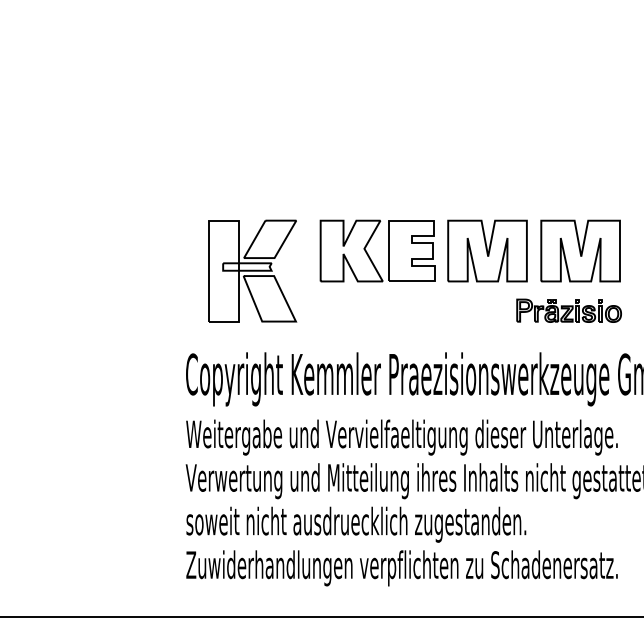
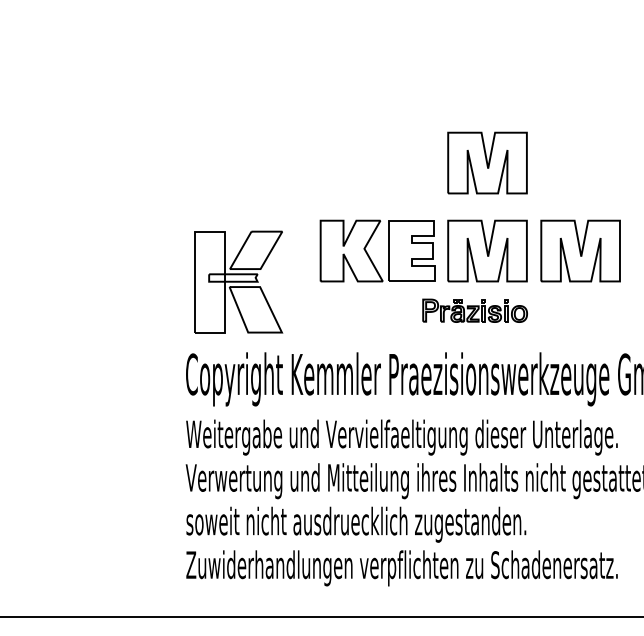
part at (487, 162): none -> present
part at (252, 270) position: (252, 270) -> (238, 281)
part at (568, 310) position: (568, 310) -> (474, 310)
